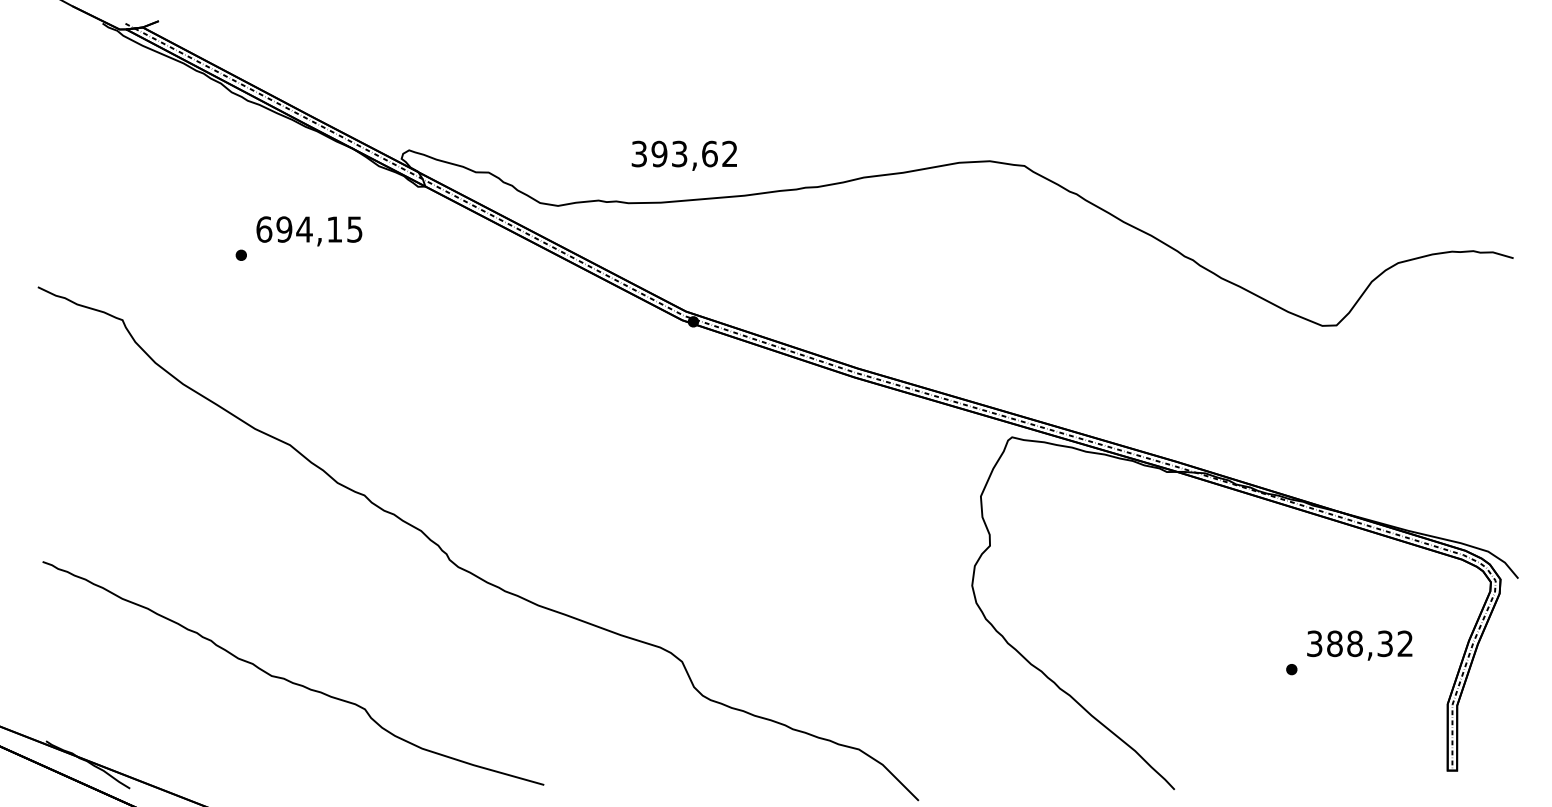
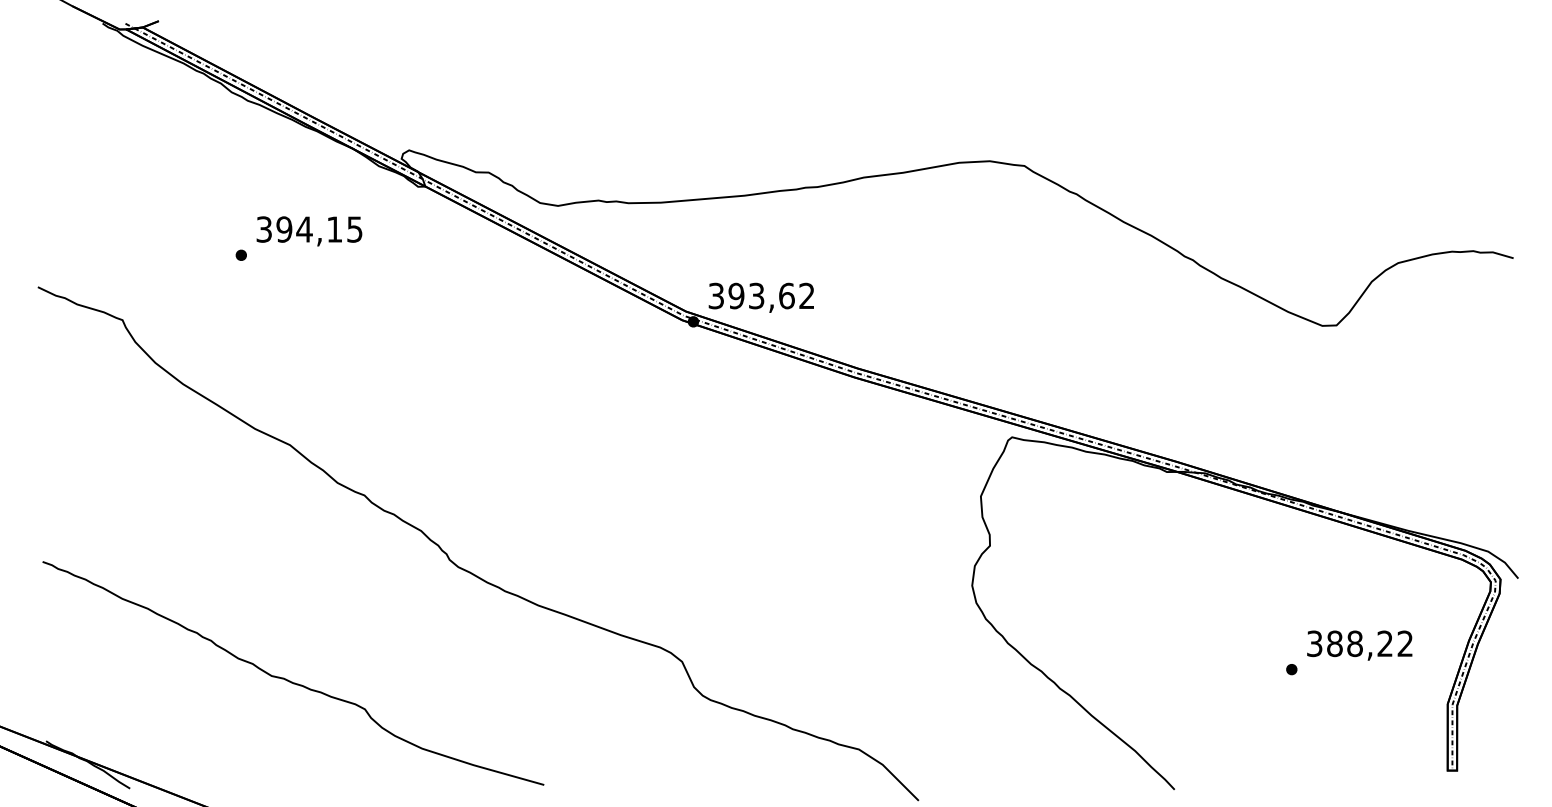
text at (683, 155) position: (683, 155) -> (760, 297)
text at (264, 229): 694,15 -> 394,15
text at (1384, 643): 388,32 -> 388,22
